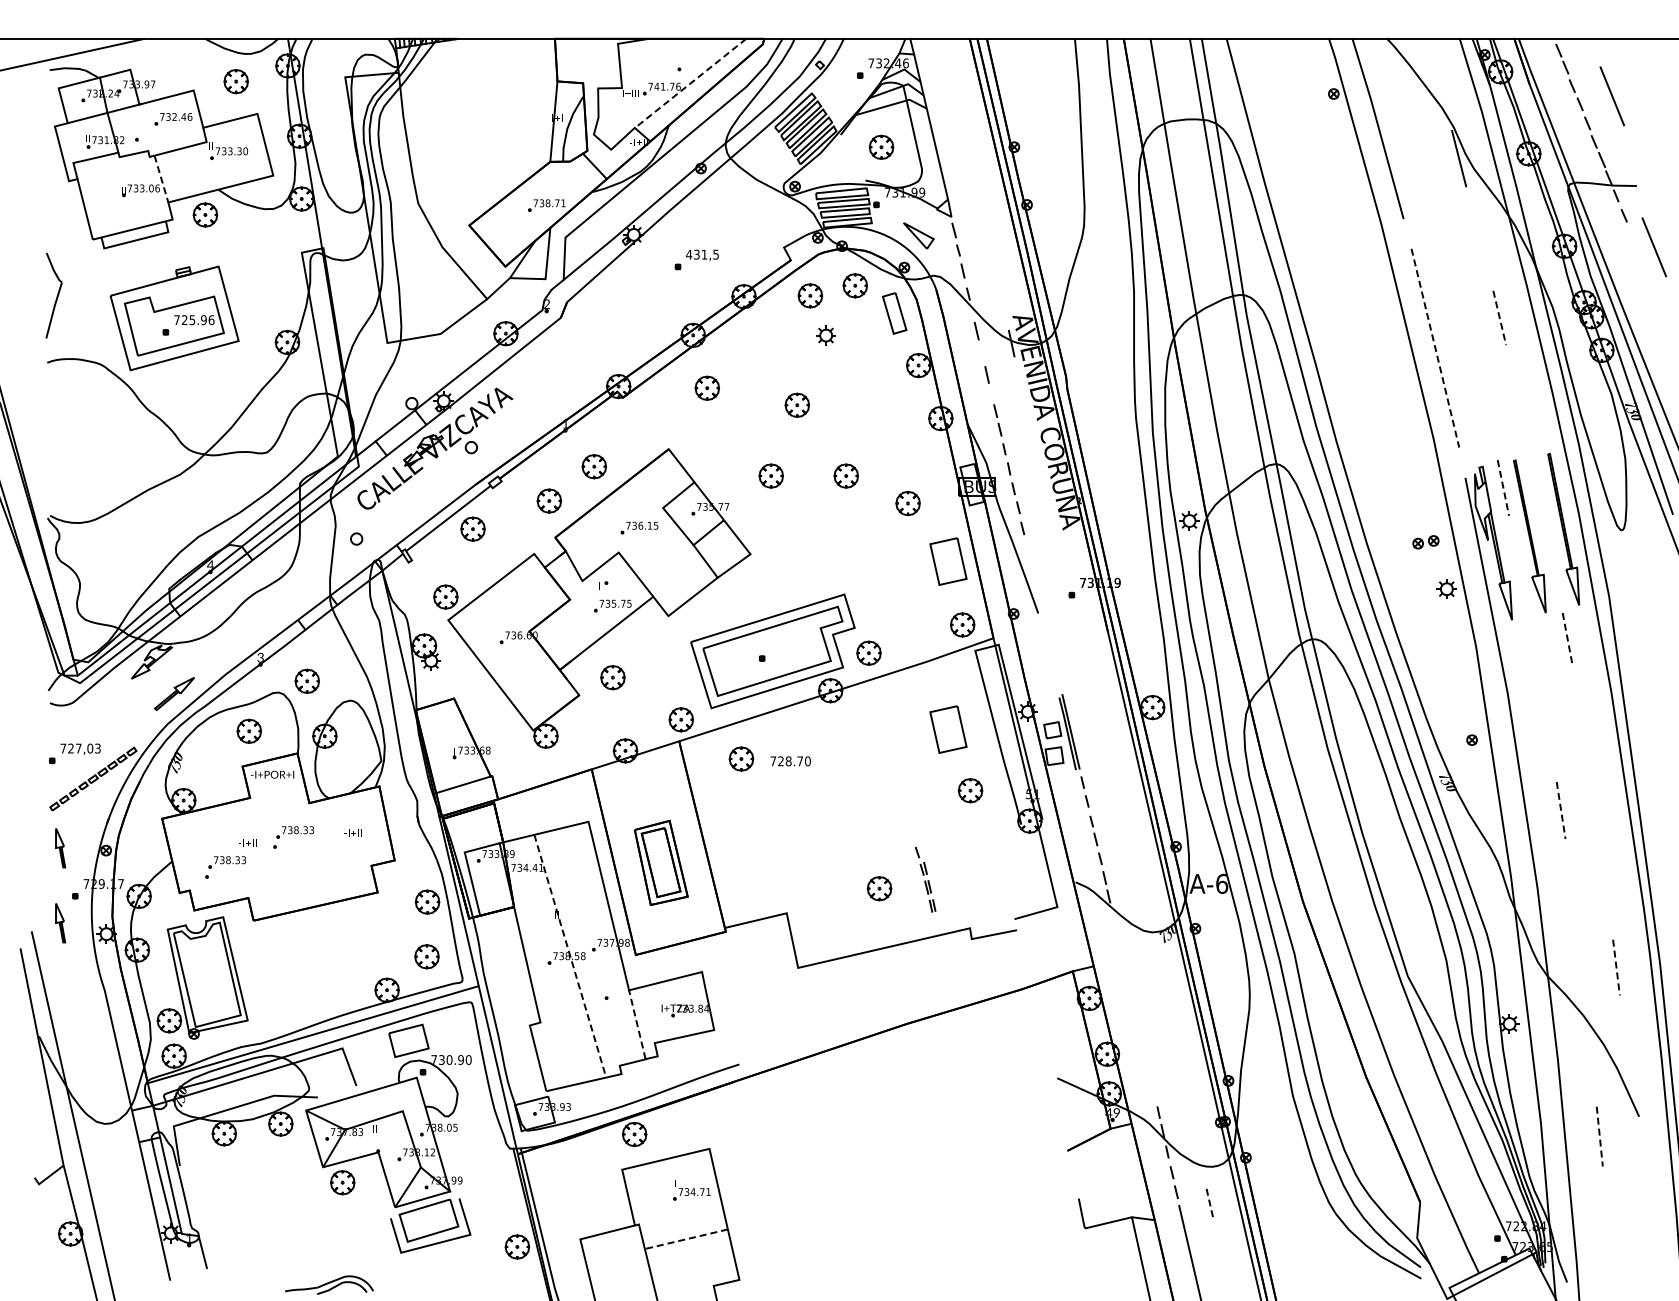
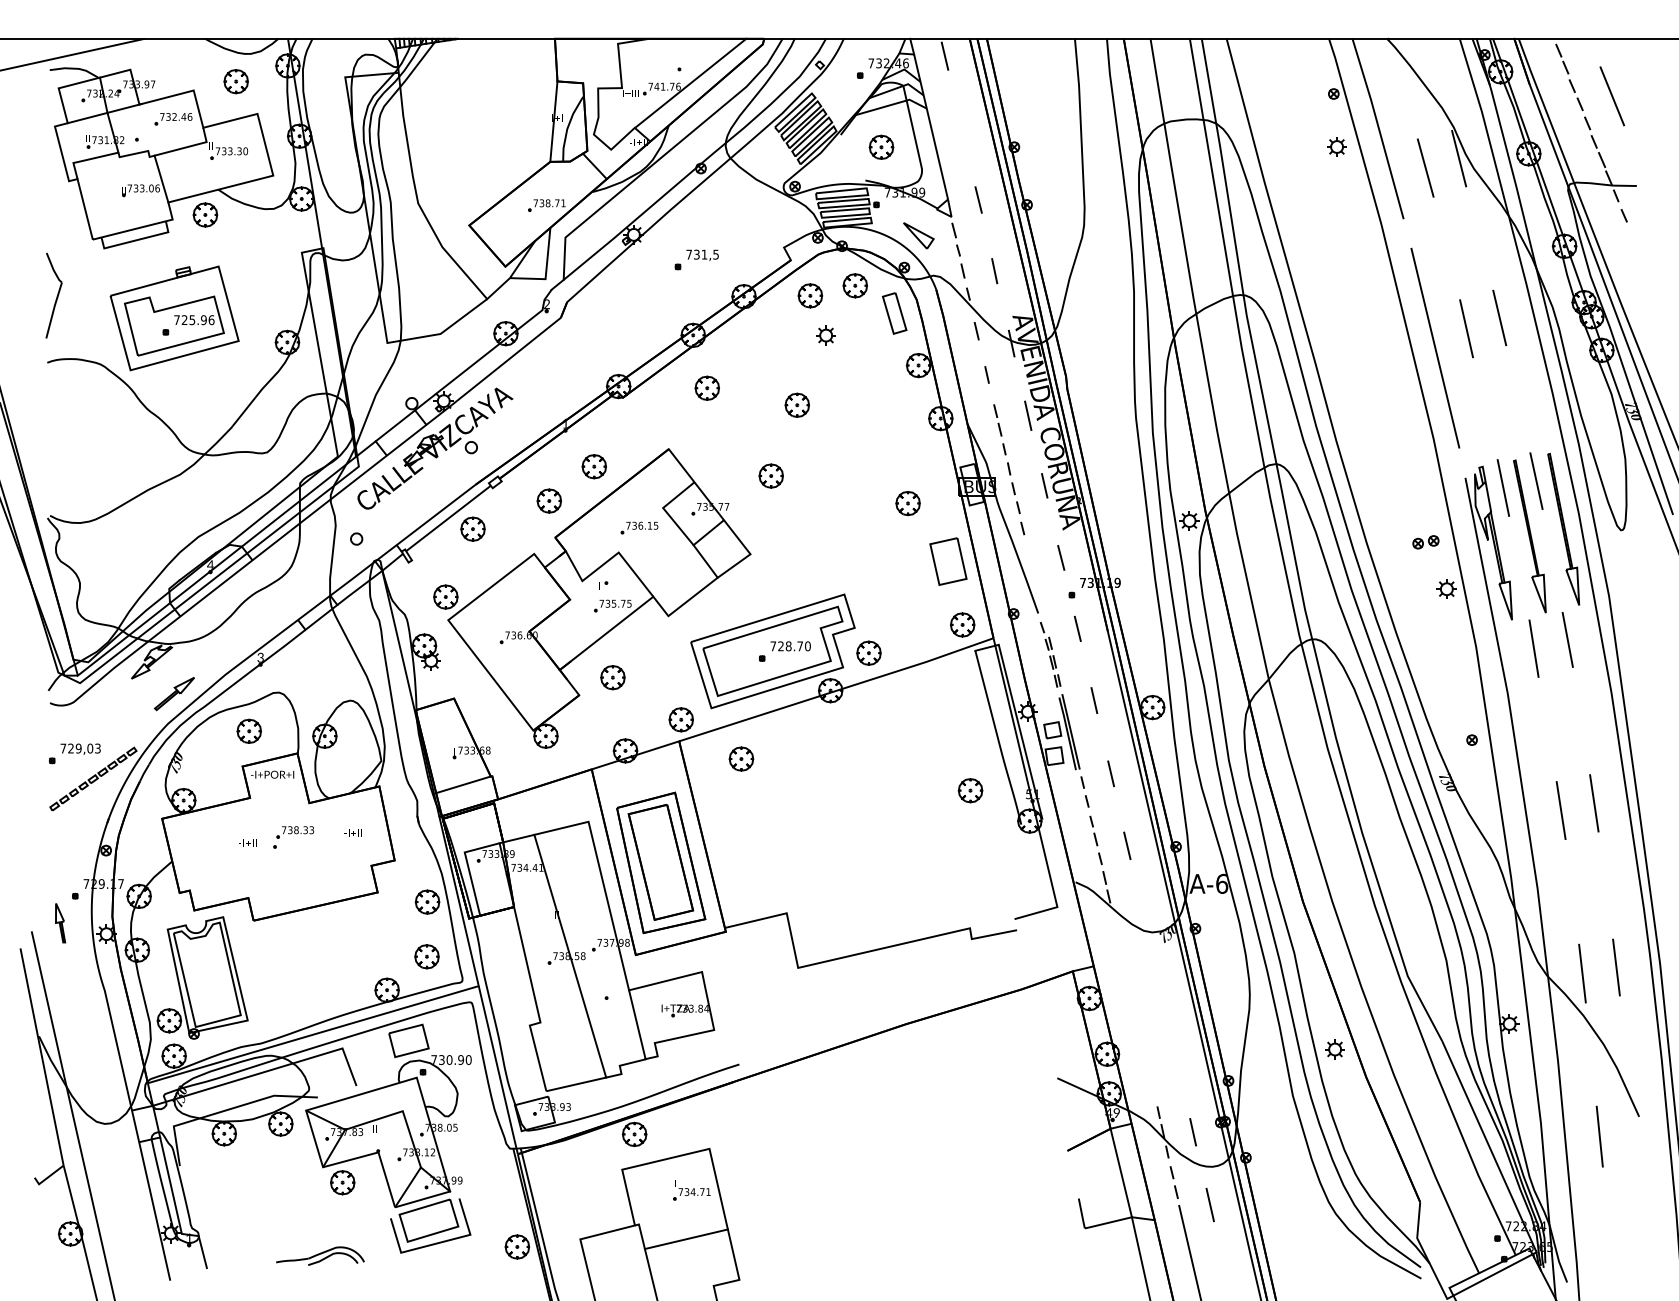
line at (944, 55): none -> present
line at (691, 82): dashed -> solid
part at (1336, 146): none -> present
line at (1425, 167): none -> present
line at (161, 179): dashed -> solid
line at (978, 199): none -> present
line at (1654, 247): present -> none
text at (689, 254): 431,5 -> 731,5
line at (994, 271): none -> present
line at (1499, 317): dashed -> solid
line at (1466, 328): none -> present
line at (1435, 348): dashed -> solid
line at (1028, 415): none -> present
part at (845, 475): present -> none
line at (1536, 480): none -> present
line at (1044, 485): none -> present
line at (1503, 488): dashed -> solid
line at (1061, 557): none -> present
line at (1077, 628): none -> present
line at (1567, 640): dashed -> solid
line at (1533, 648): none -> present
part at (306, 680): present -> none
line at (1094, 700): none -> present
part at (948, 729): present -> none
text at (78, 748): 727,03 -> 729,03
text at (790, 761) position: (790, 761) -> (790, 646)
line at (1111, 773): none -> present
line at (1594, 803): none -> present
line at (1561, 810): dashed -> solid
line at (1127, 845): none -> present
part at (60, 848): present -> none
part at (661, 862) size: 55x88 px -> 91x144 px
part at (225, 867): present -> none
part at (925, 879) position: (925, 879) -> (1050, 654)
part at (879, 888): present -> none
line at (570, 956): dashed -> solid
line at (1616, 968): dashed -> solid
line at (1582, 973): none -> present
line at (637, 1024): dashed -> solid
part at (1334, 1049): none -> present
line at (1193, 1132): none -> present
line at (1599, 1137): dashed -> solid
line at (1120, 1172): none -> present
line at (1210, 1205): dashed -> solid
line at (686, 1239): dashed -> solid
part at (329, 1284) position: (329, 1284) -> (320, 1255)
